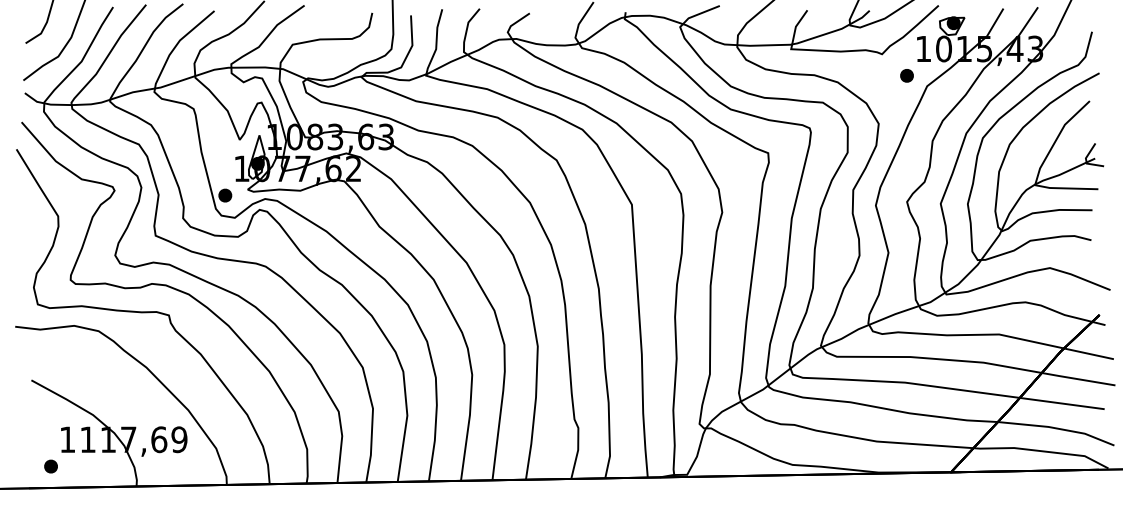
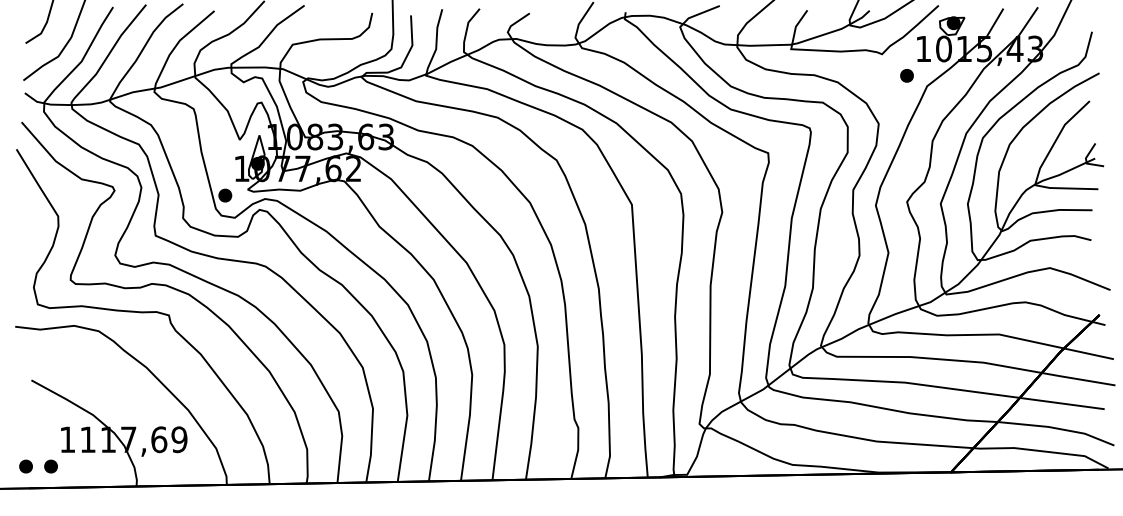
part at (25, 466): none -> present
